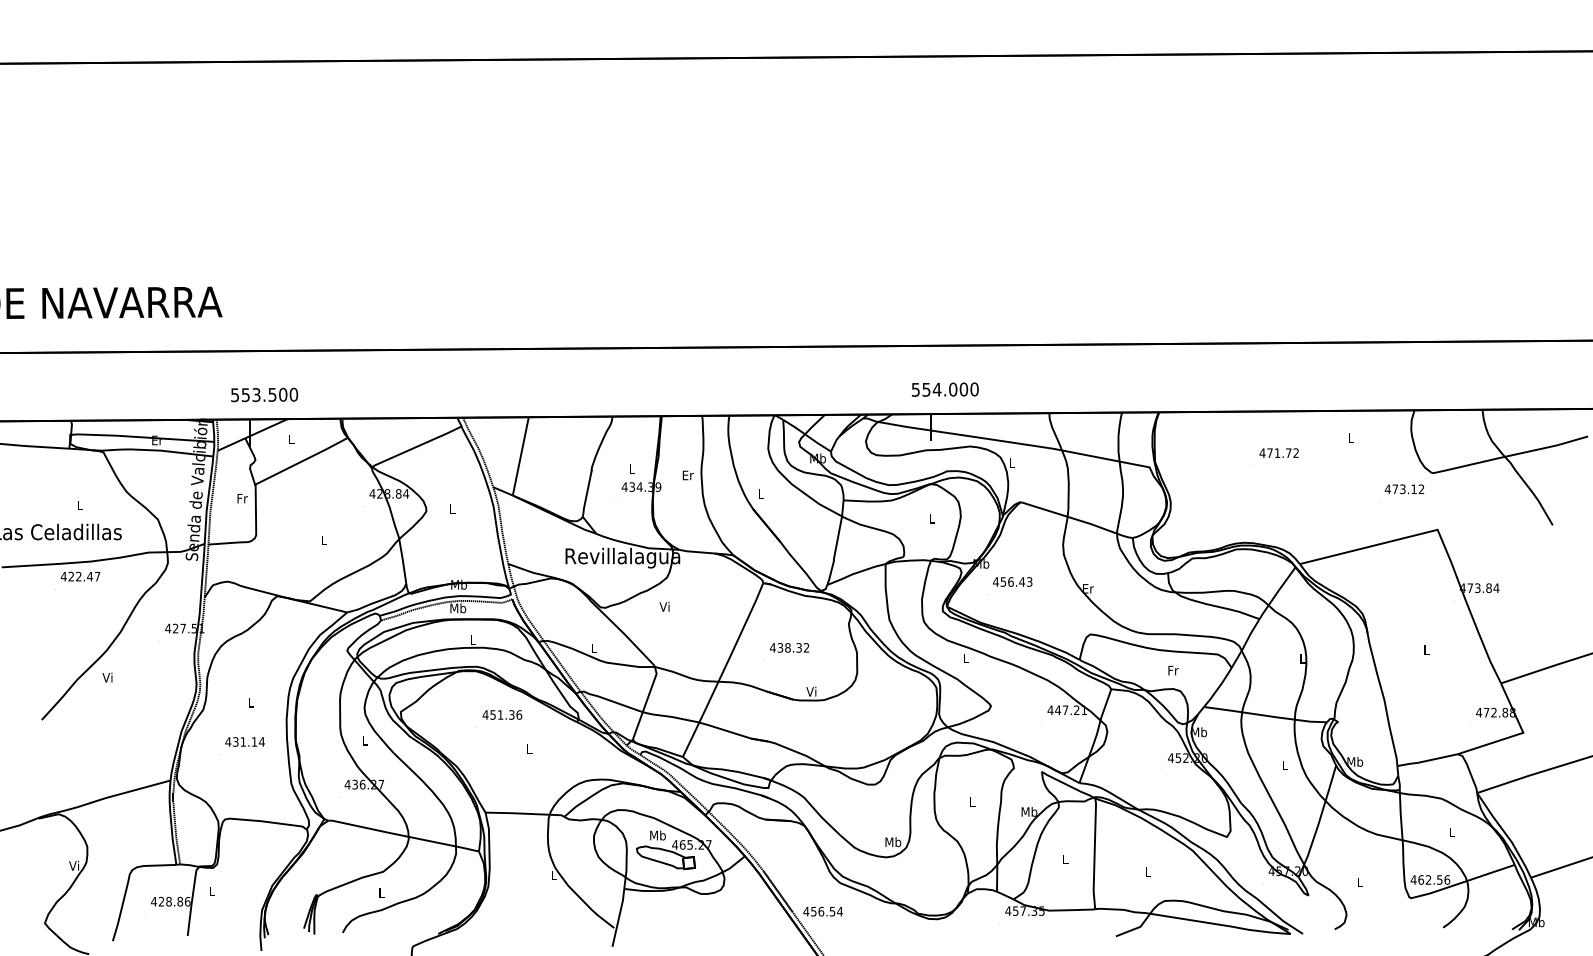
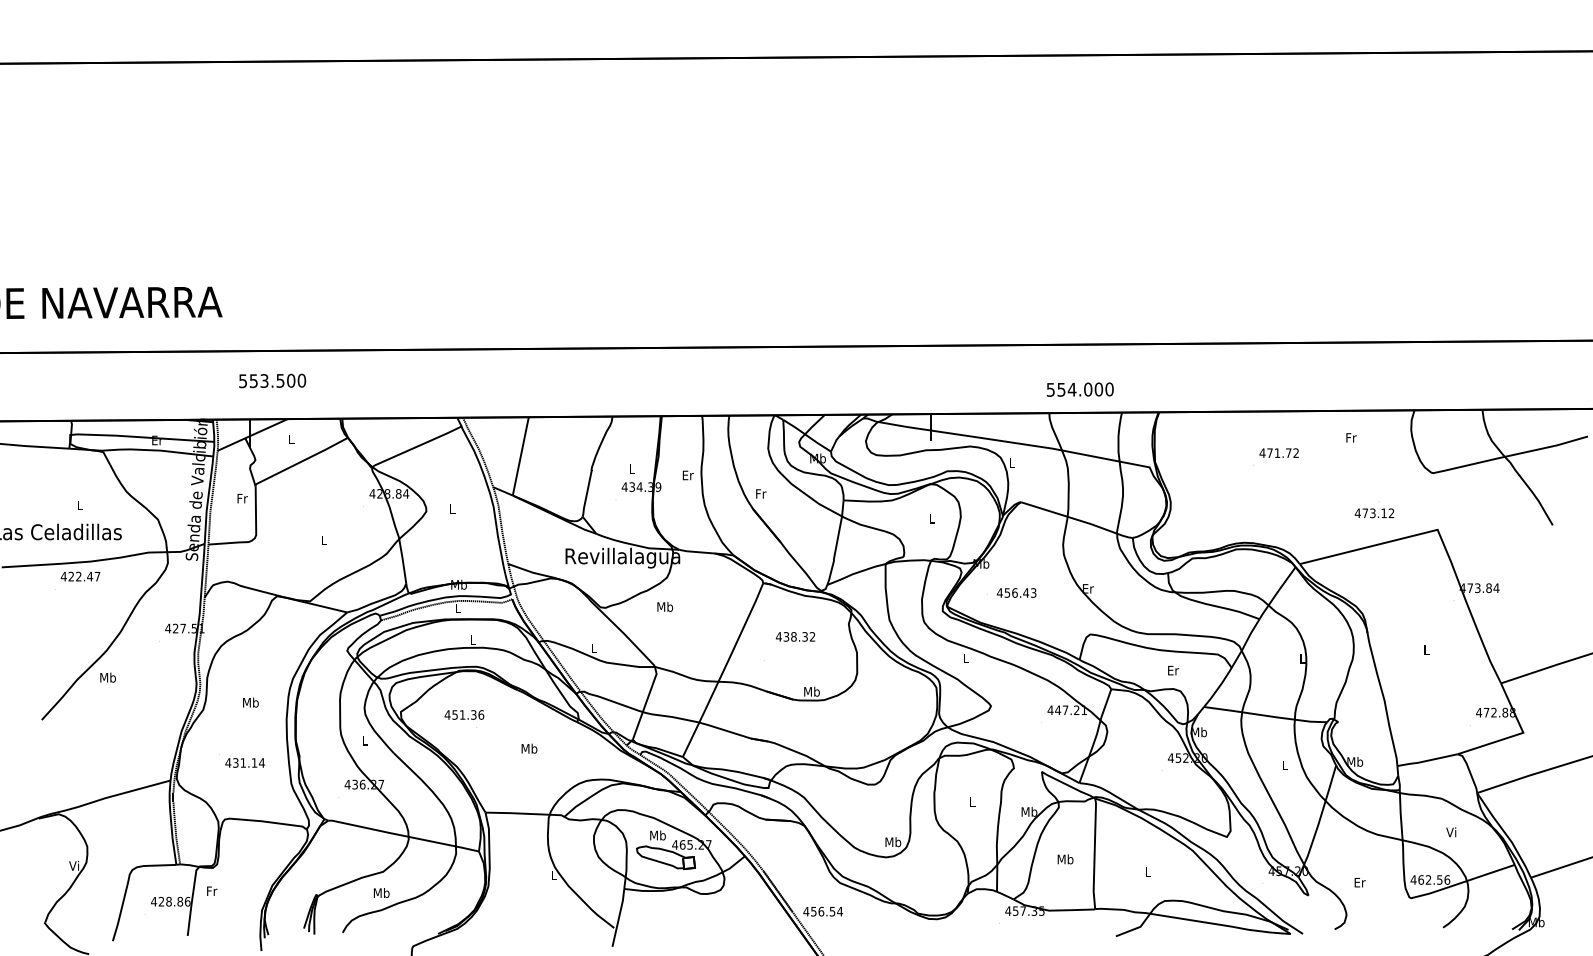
text at (944, 389) position: (944, 389) -> (1079, 389)
text at (264, 394) position: (264, 394) -> (272, 380)
text at (1351, 437): L -> Fr
text at (1404, 489) position: (1404, 489) -> (1374, 513)
text at (761, 493): L -> Fr
text at (1012, 581) position: (1012, 581) -> (1016, 592)
text at (665, 606): Vi -> Mb
text at (458, 608): Mb -> L
text at (789, 647) position: (789, 647) -> (795, 636)
text at (1173, 670): Fr -> Er
text at (107, 677): Vi -> Mb
text at (811, 691): Vi -> Mb
text at (250, 702): L -> Mb
text at (502, 714) position: (502, 714) -> (464, 714)
text at (244, 741) position: (244, 741) -> (244, 762)
text at (529, 748): L -> Mb
text at (1451, 832): L -> Vi
text at (1065, 859): L -> Mb
text at (1359, 882): L -> Er
text at (212, 890): L -> Fr
text at (381, 892): L -> Mb
